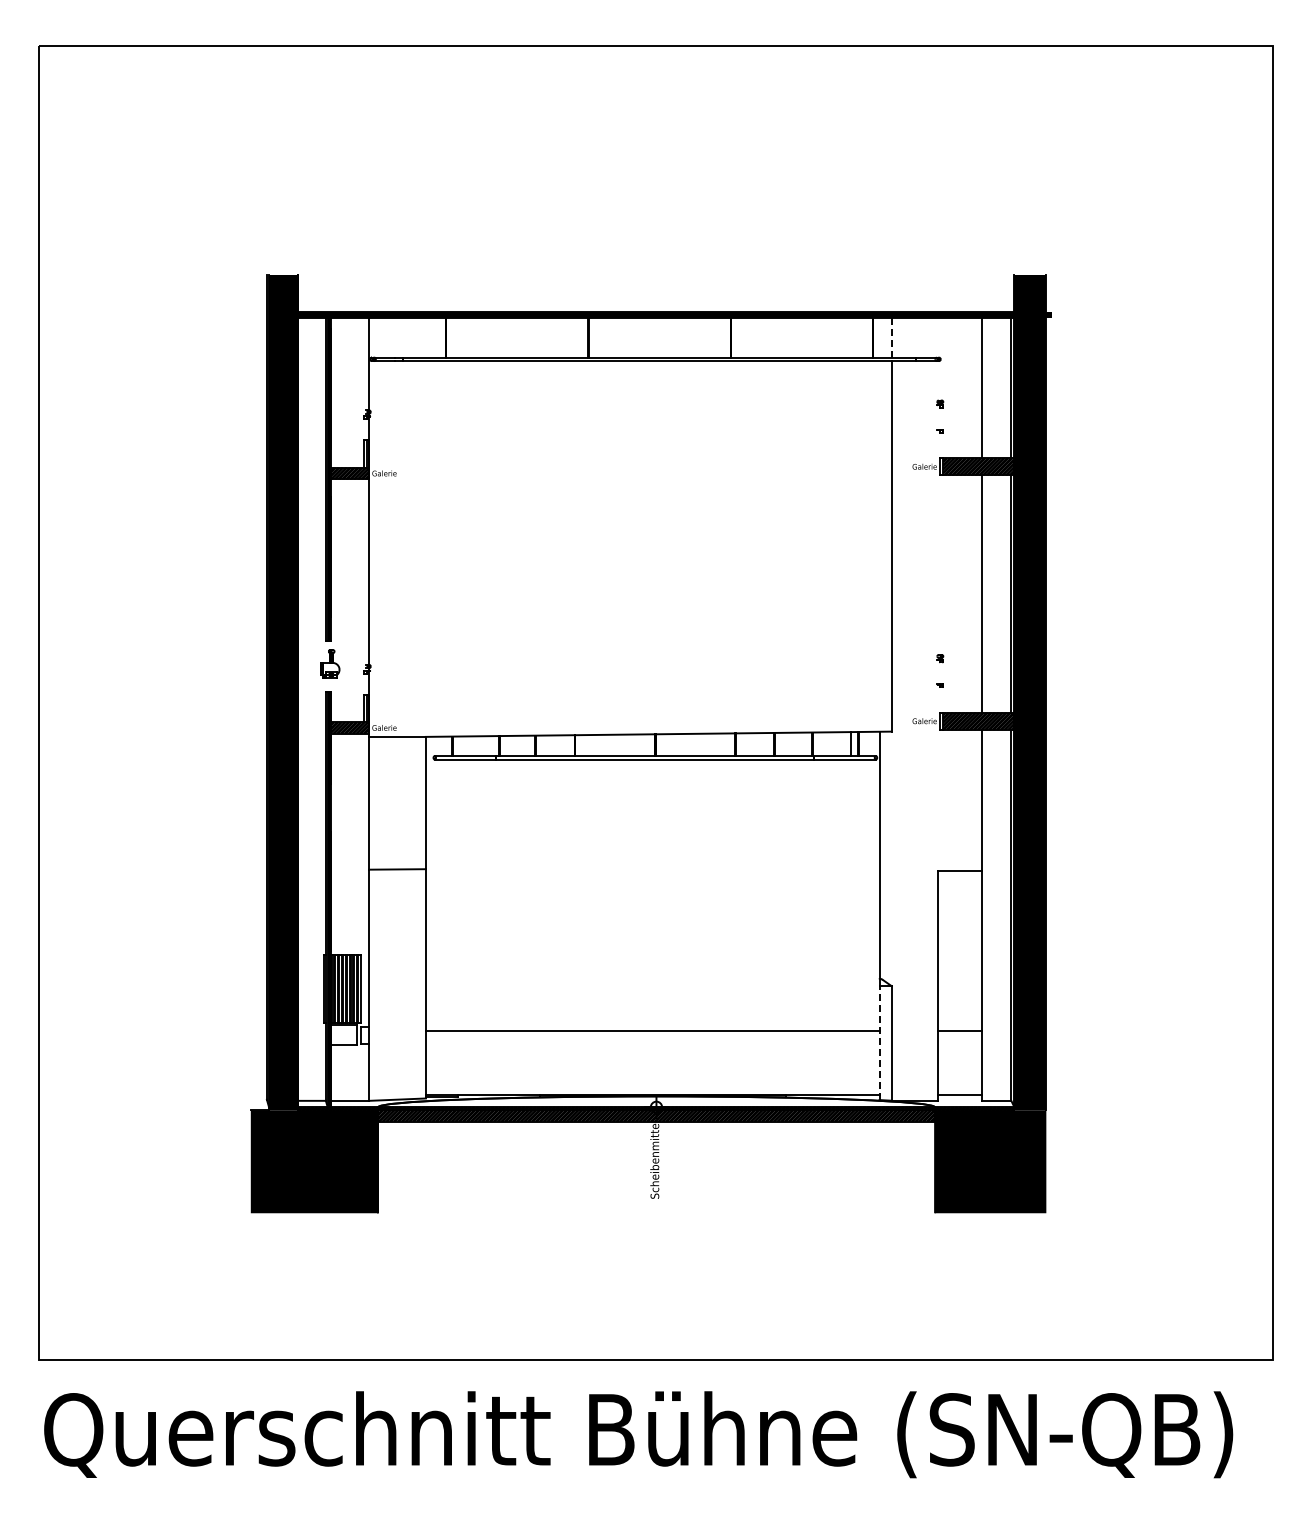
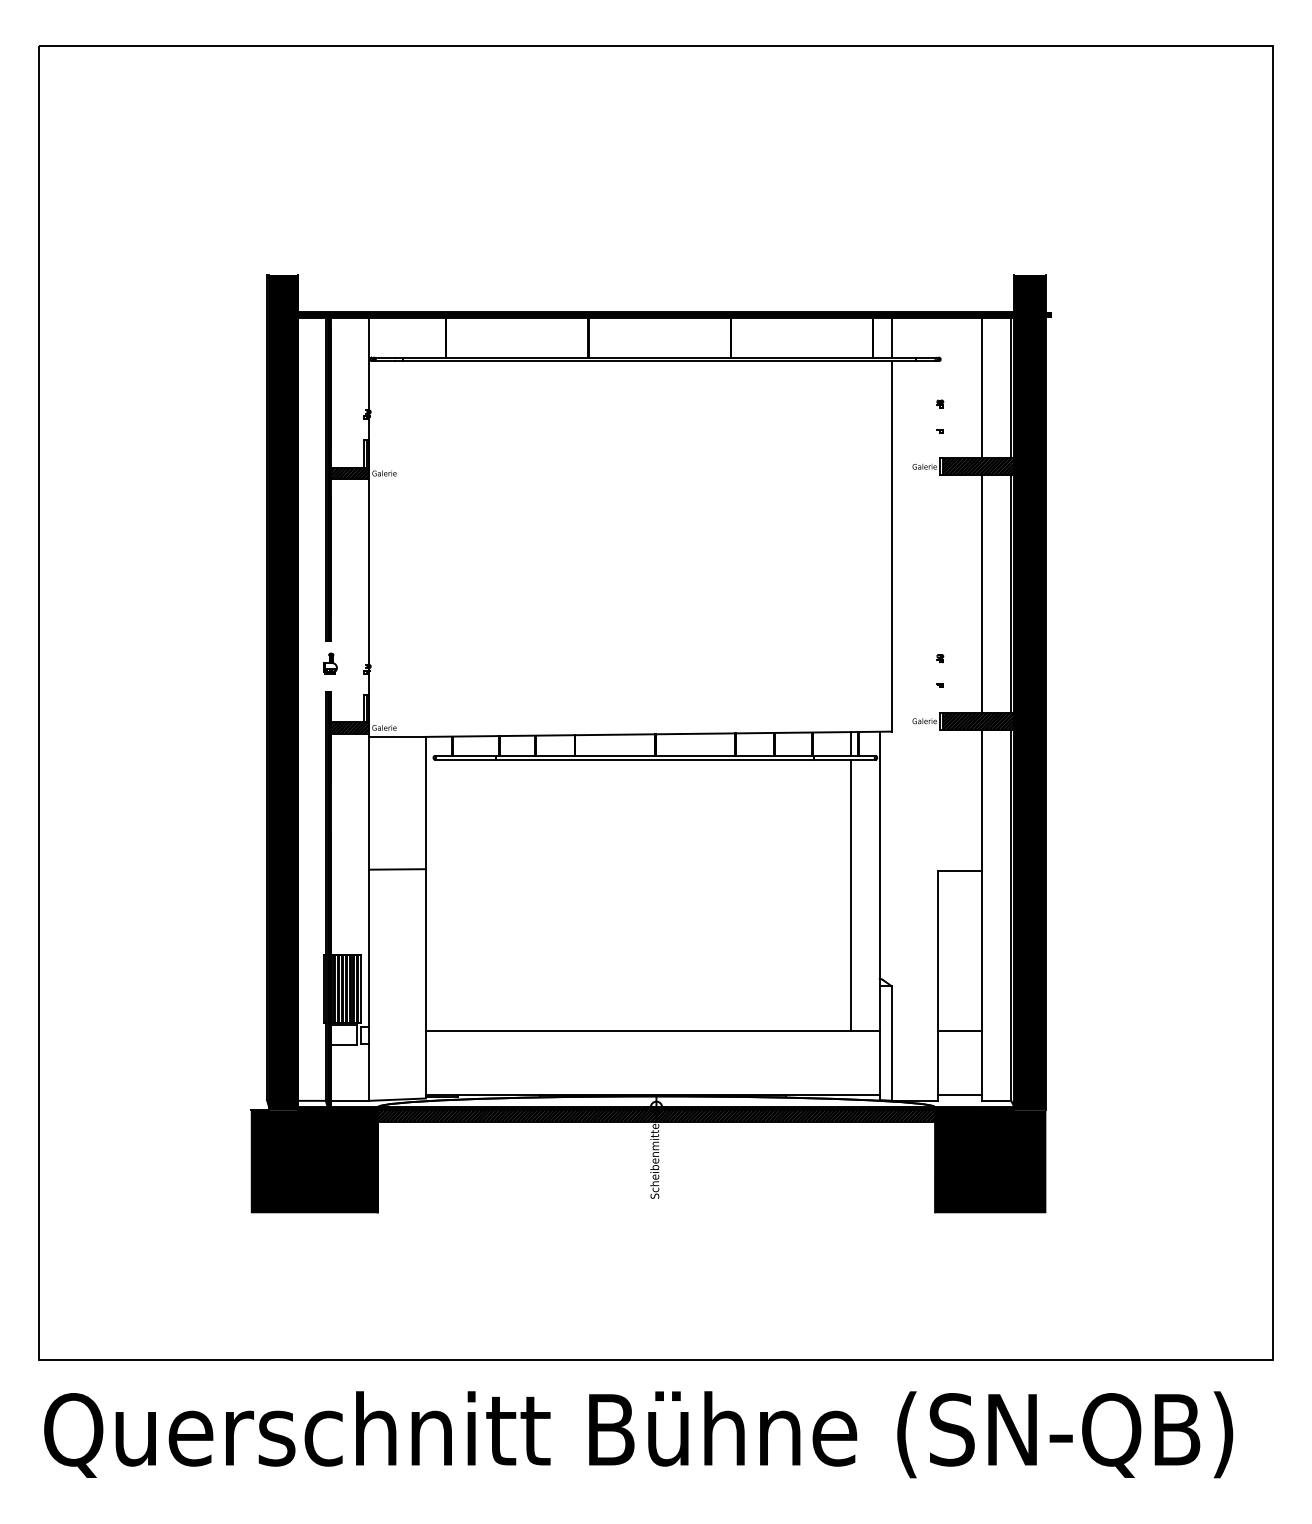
line at (891, 337): dashed -> solid
part at (330, 663) size: 21x30 px -> 15x23 px
line at (851, 895): none -> present
line at (879, 1043): dashed -> solid
